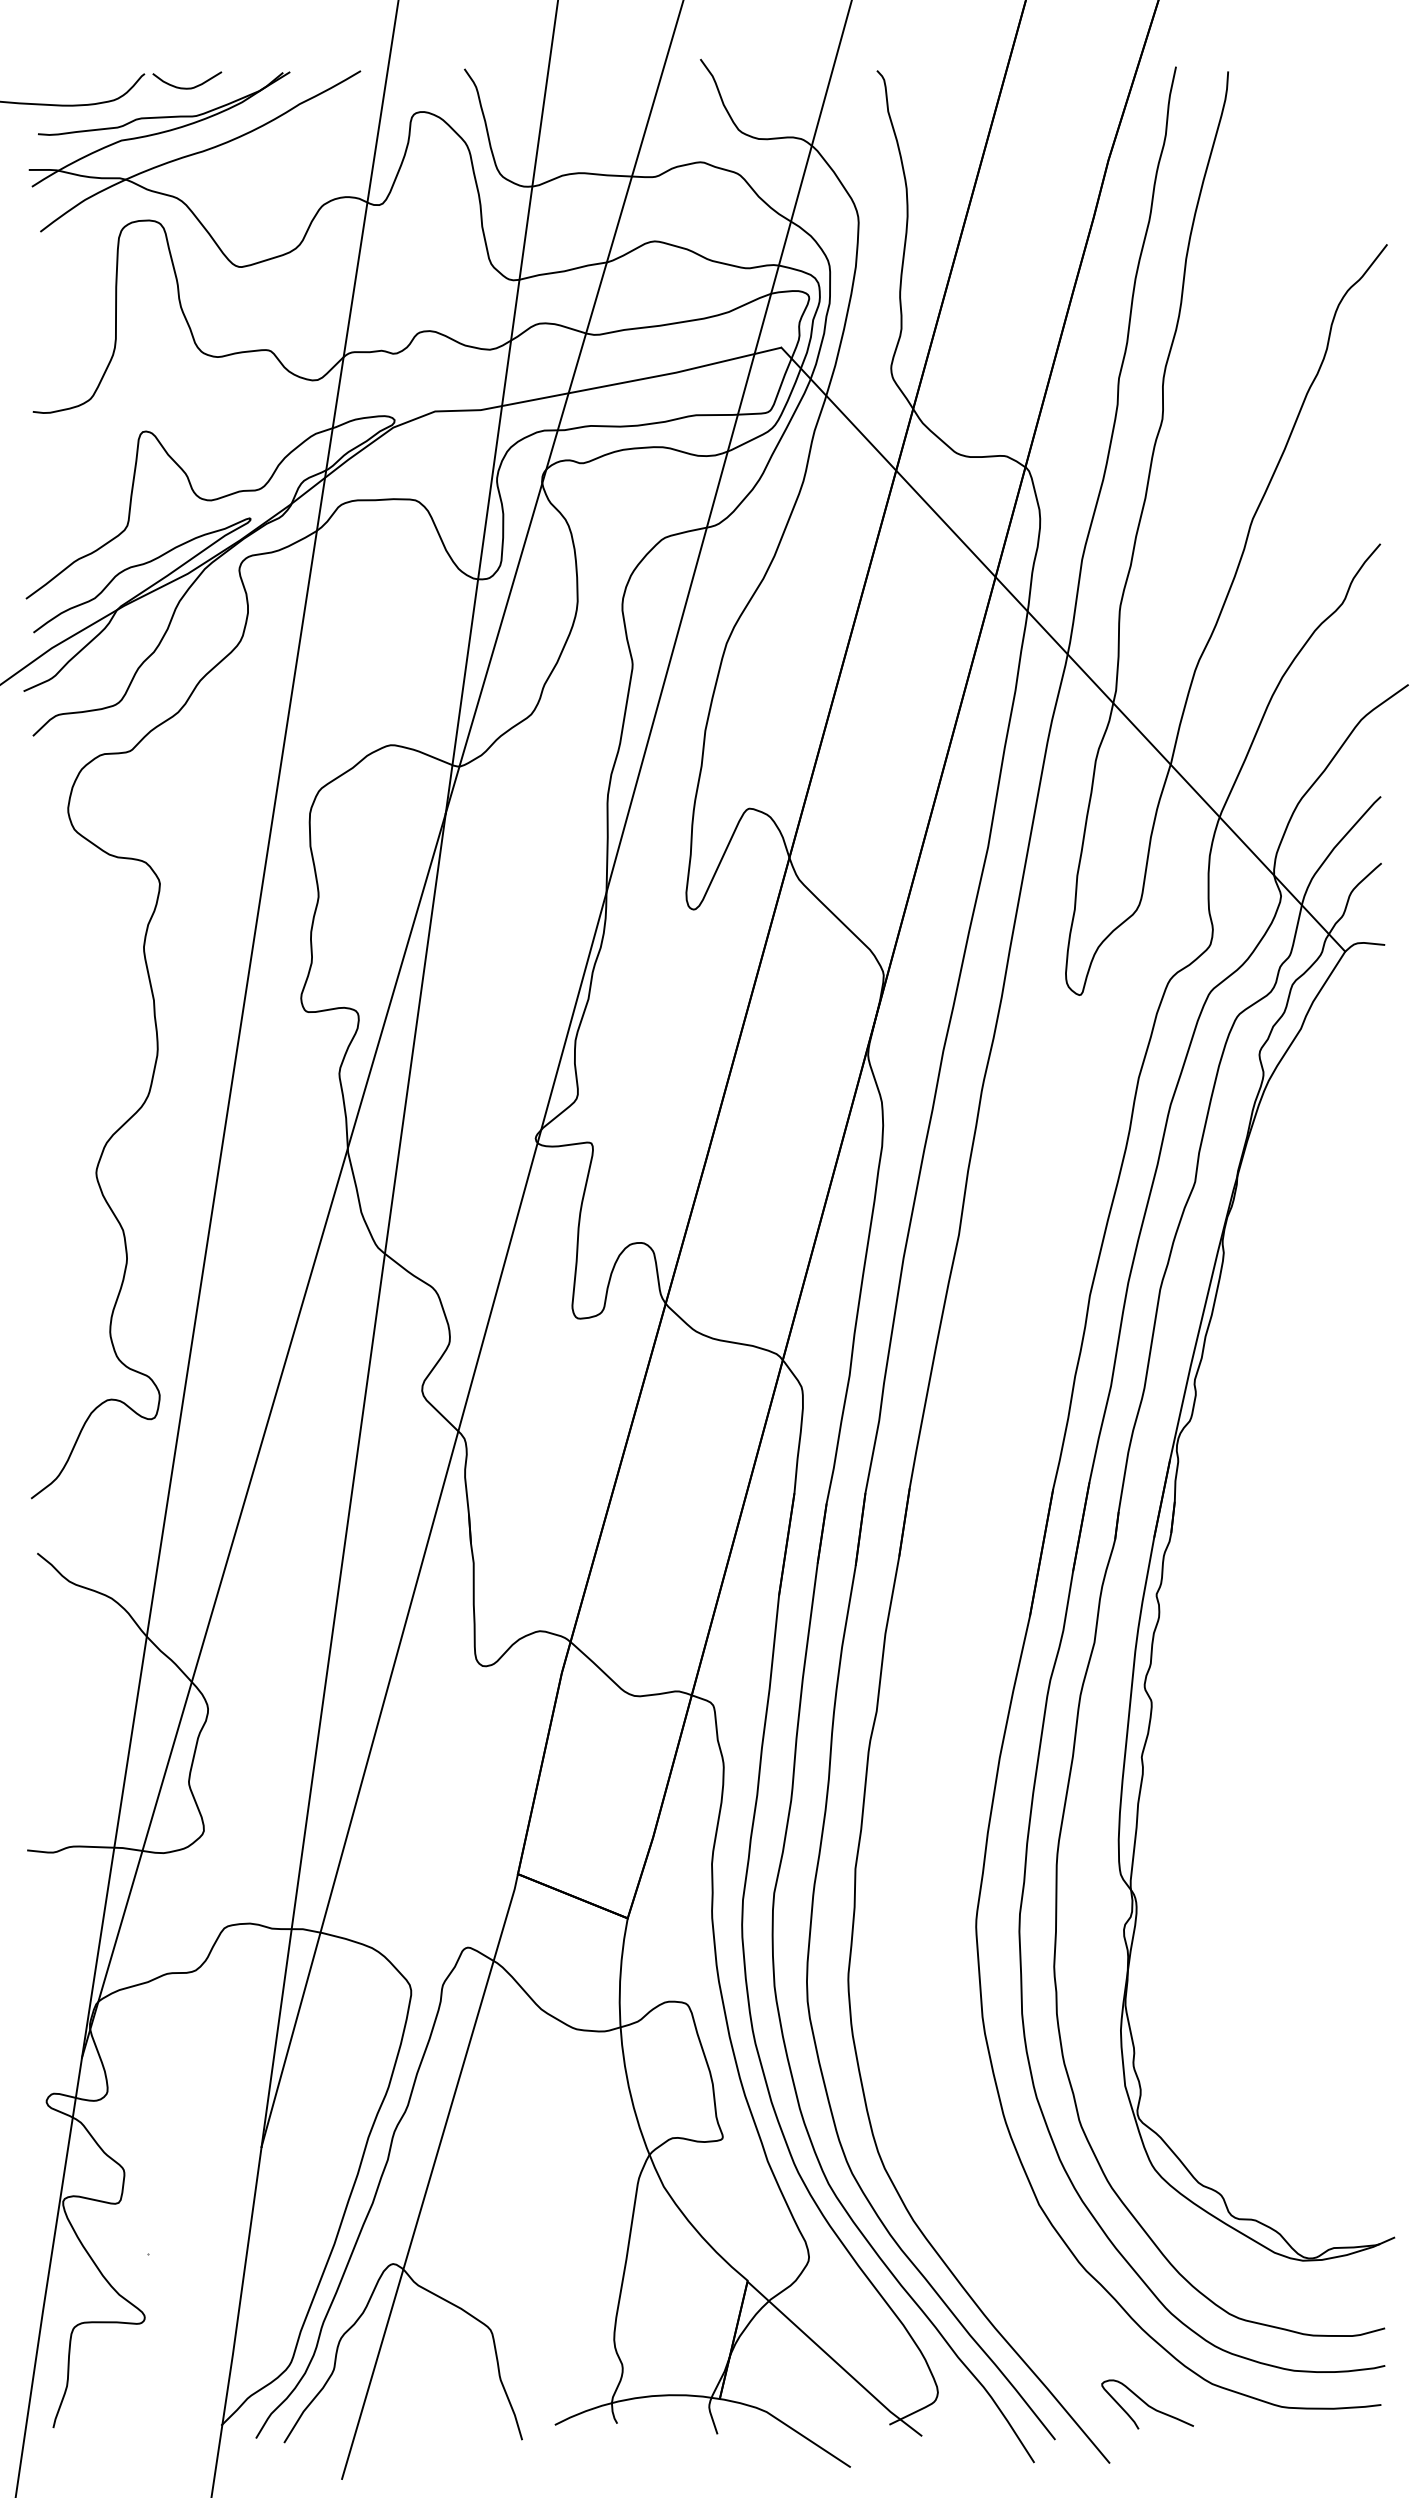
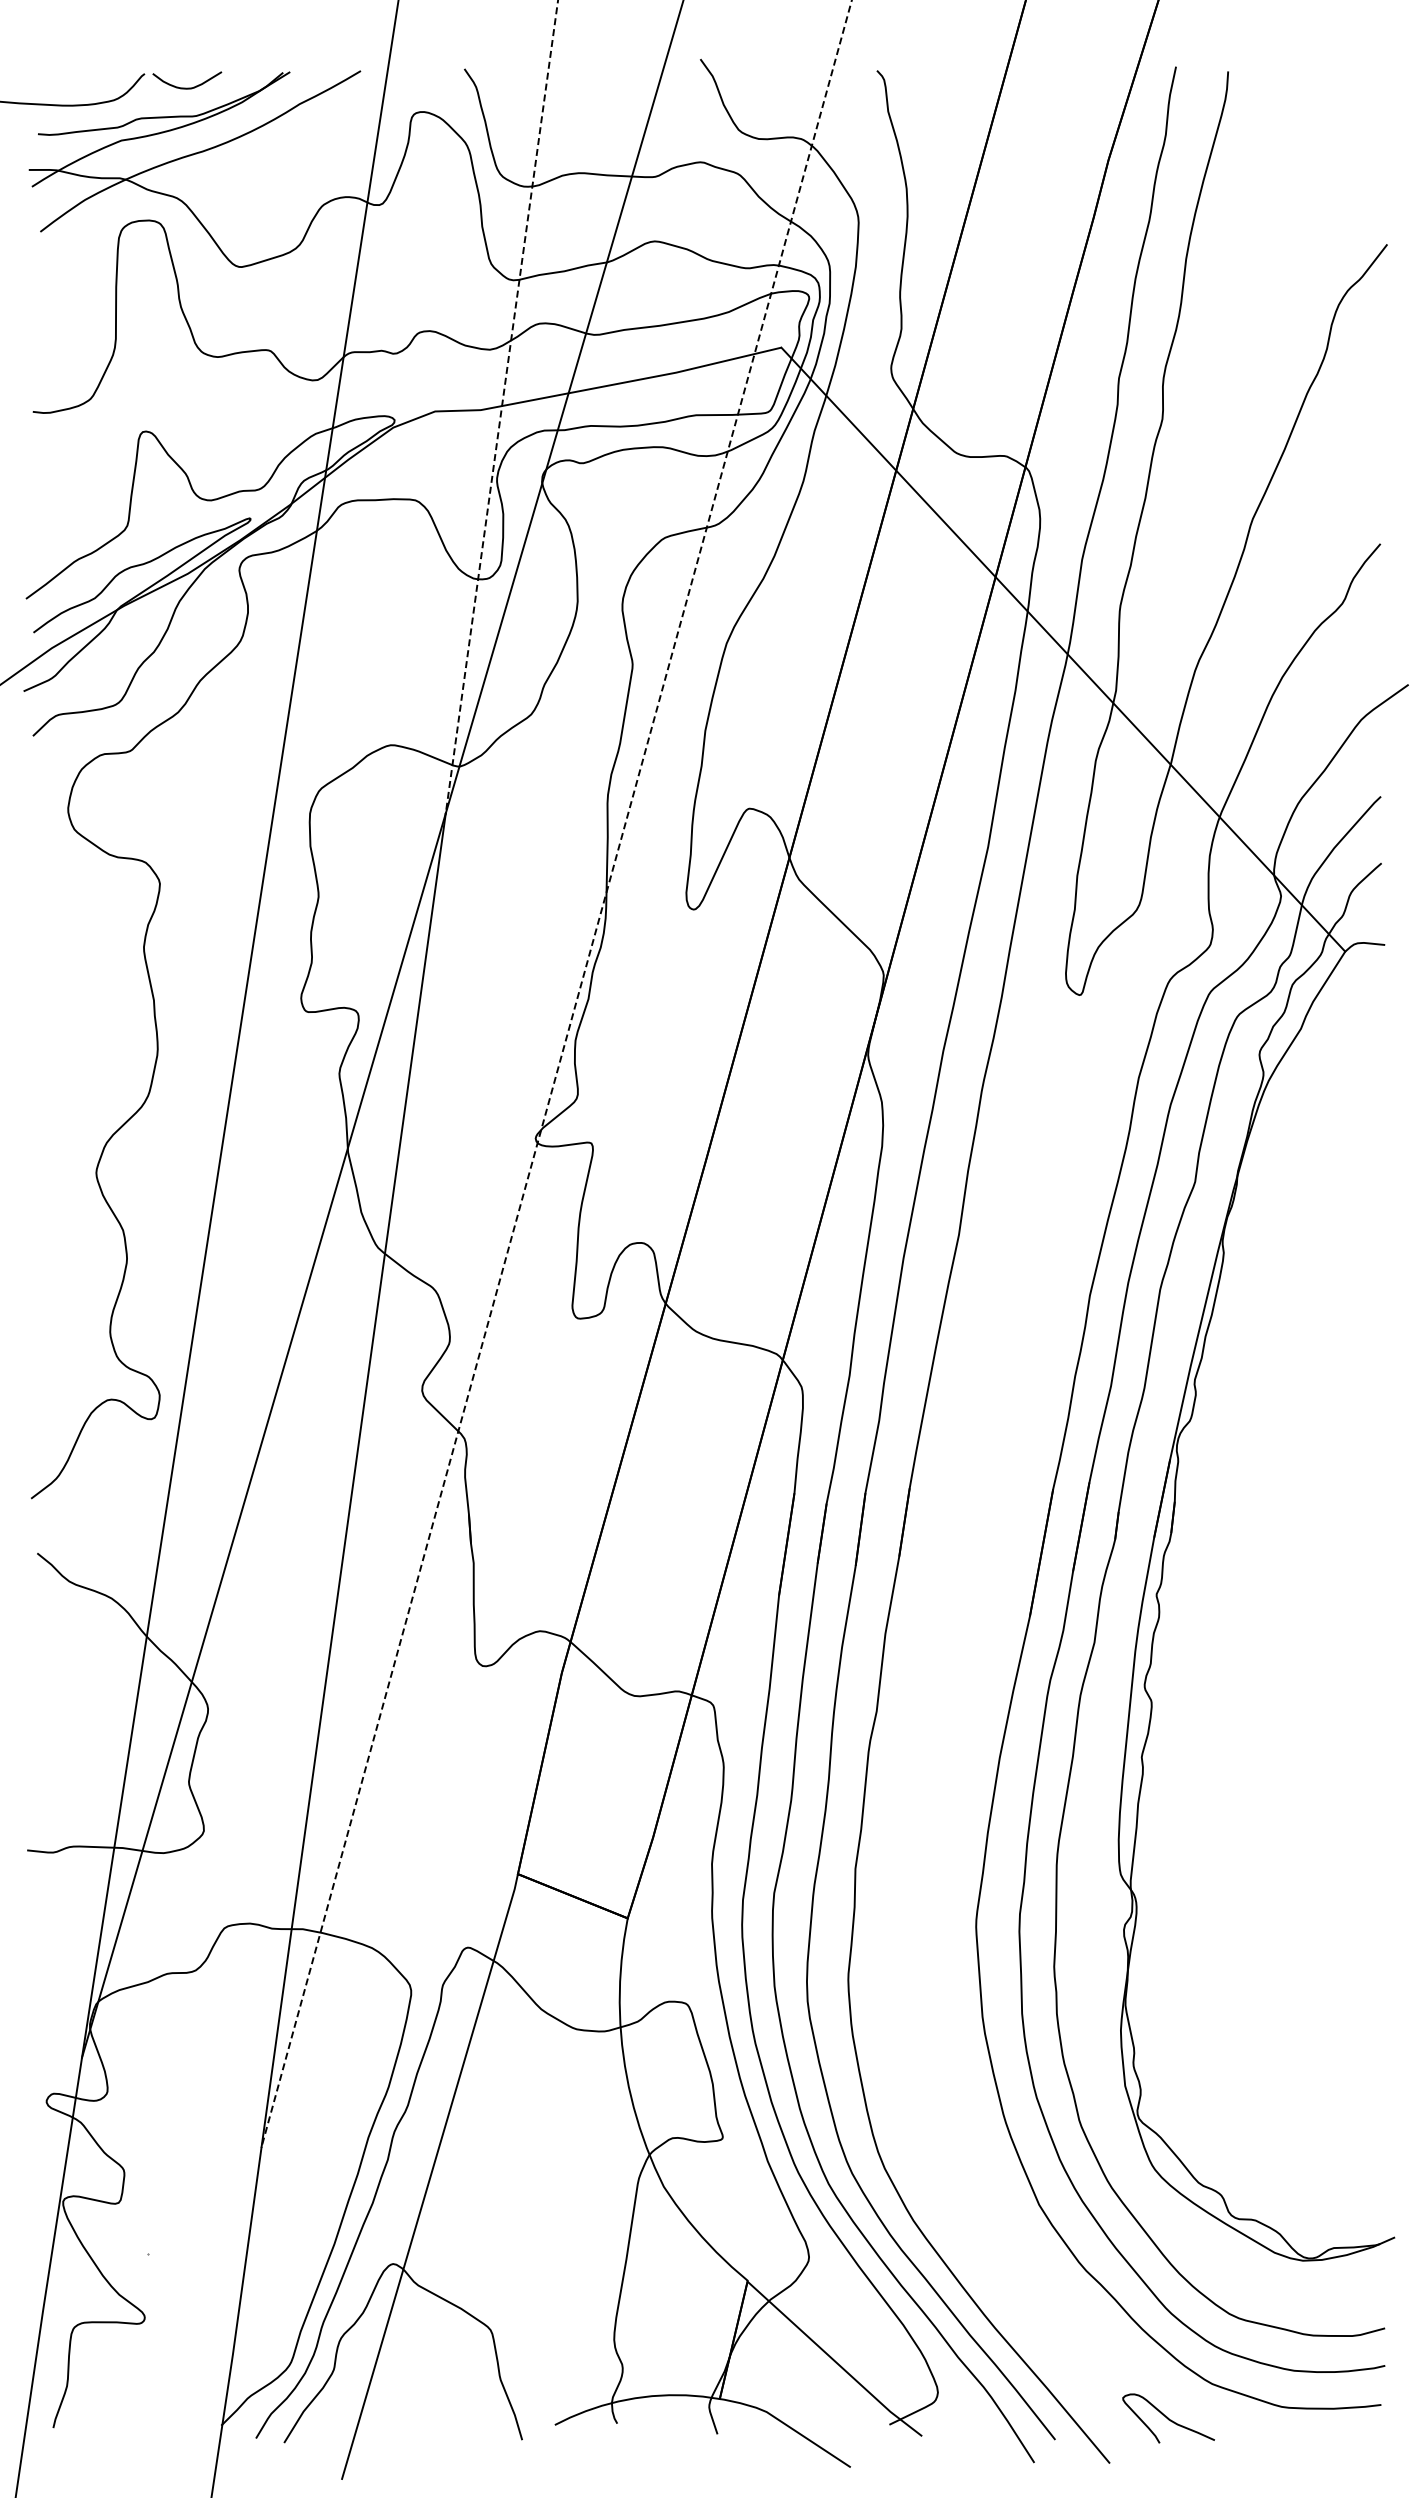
line at (501, 407): solid -> dashed
line at (556, 1073): solid -> dashed
curve at (1147, 2404) position: (1147, 2404) -> (1168, 2418)
